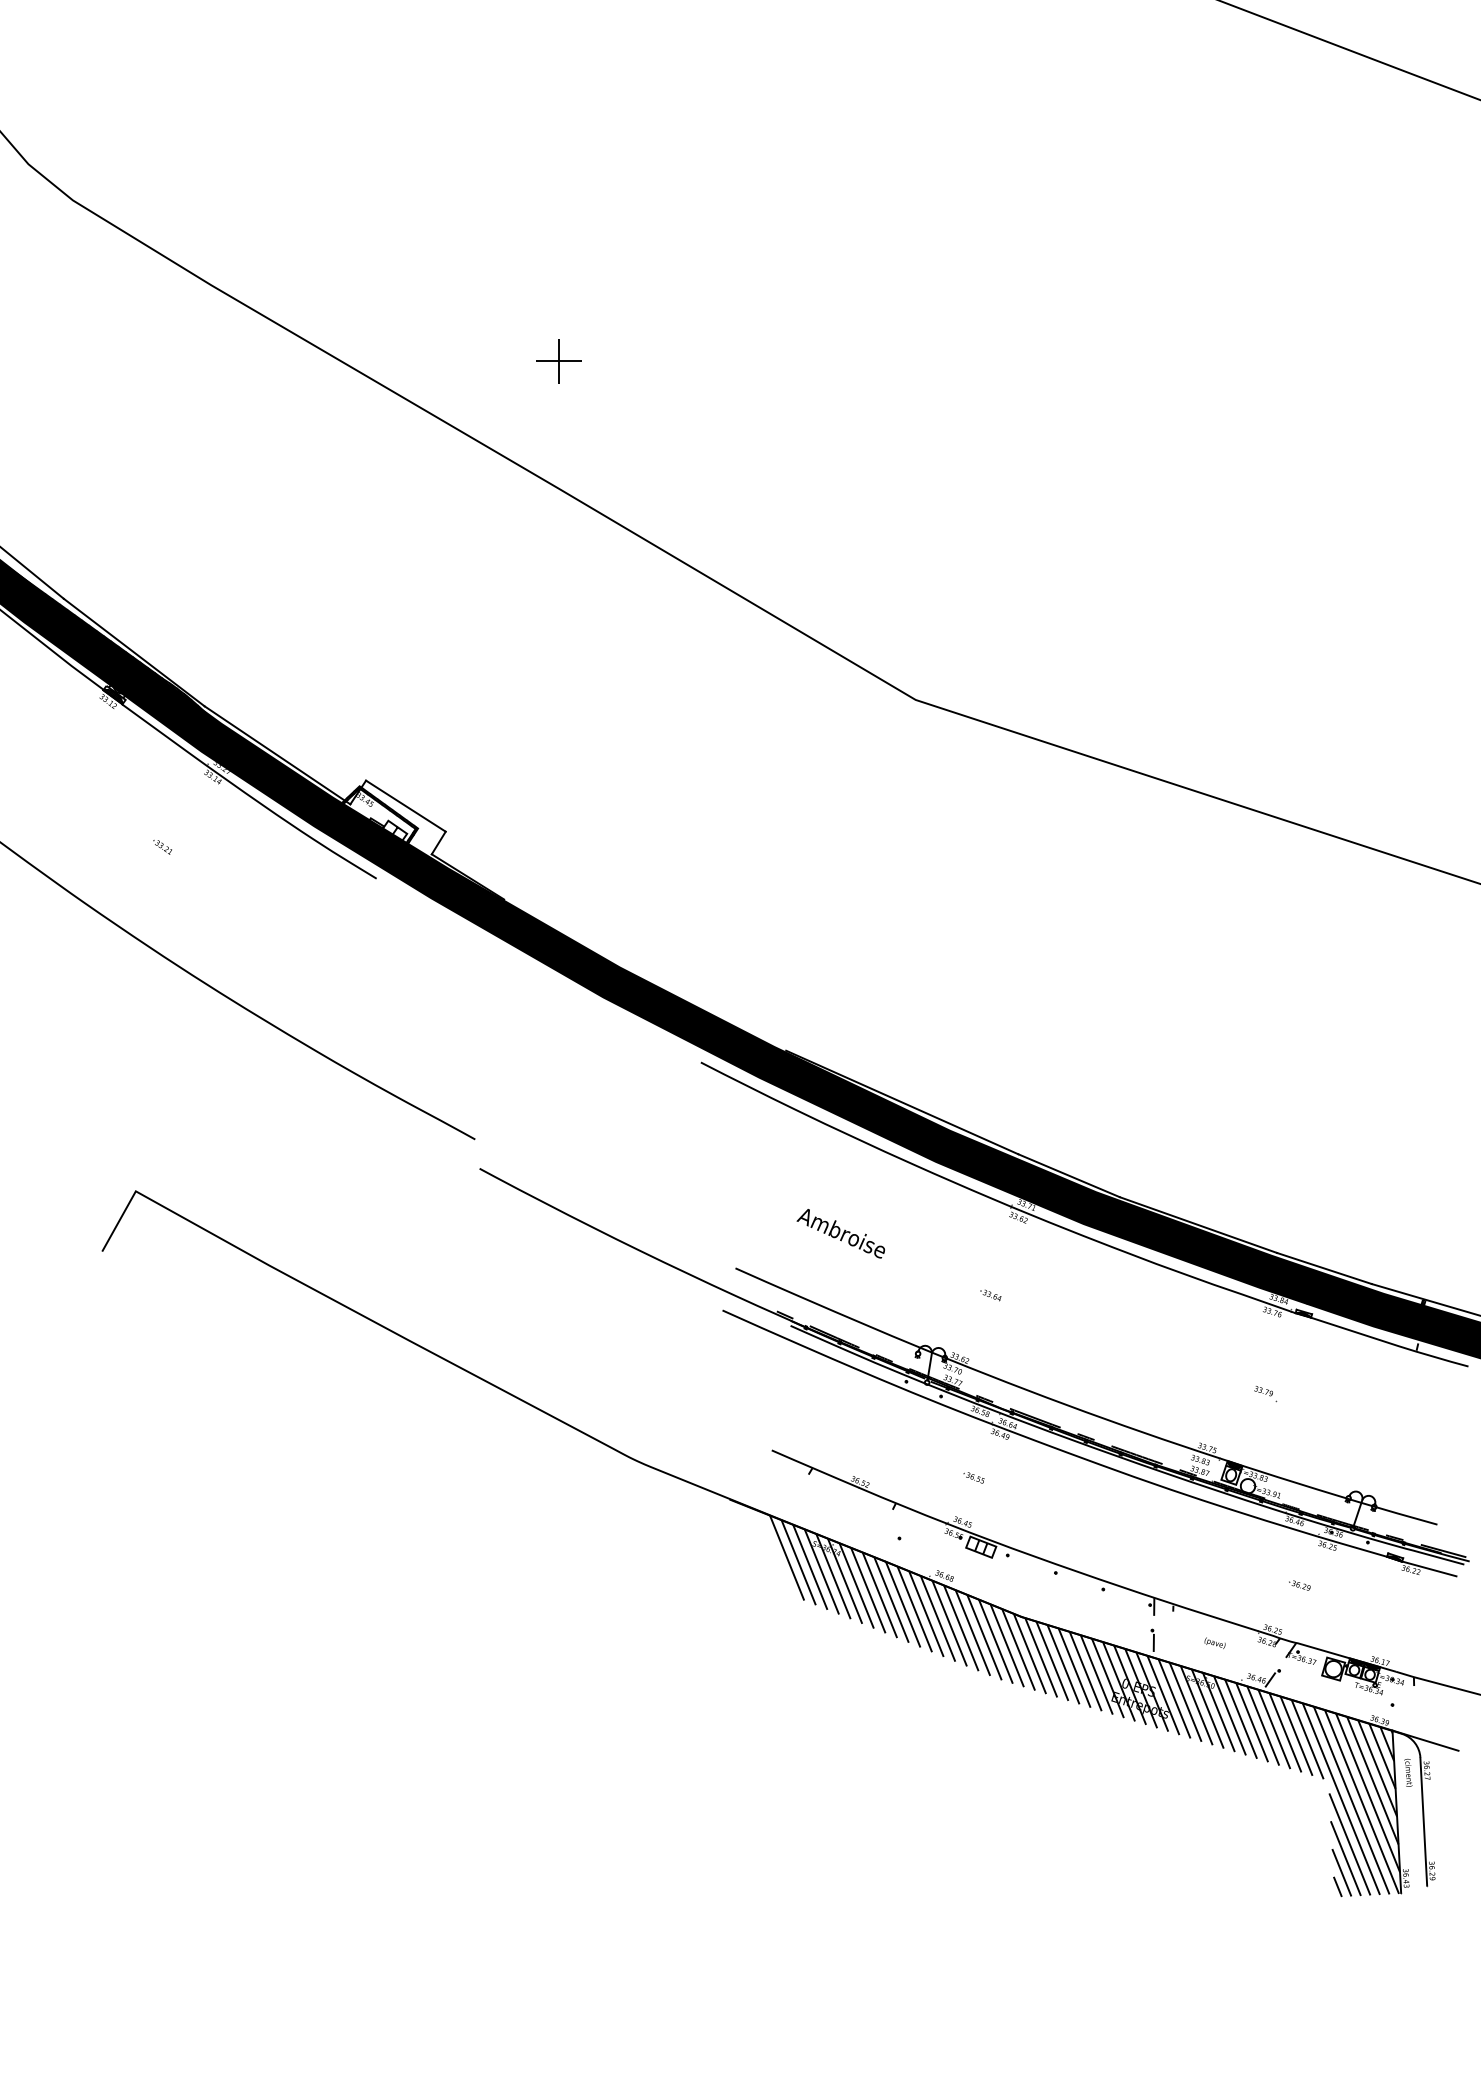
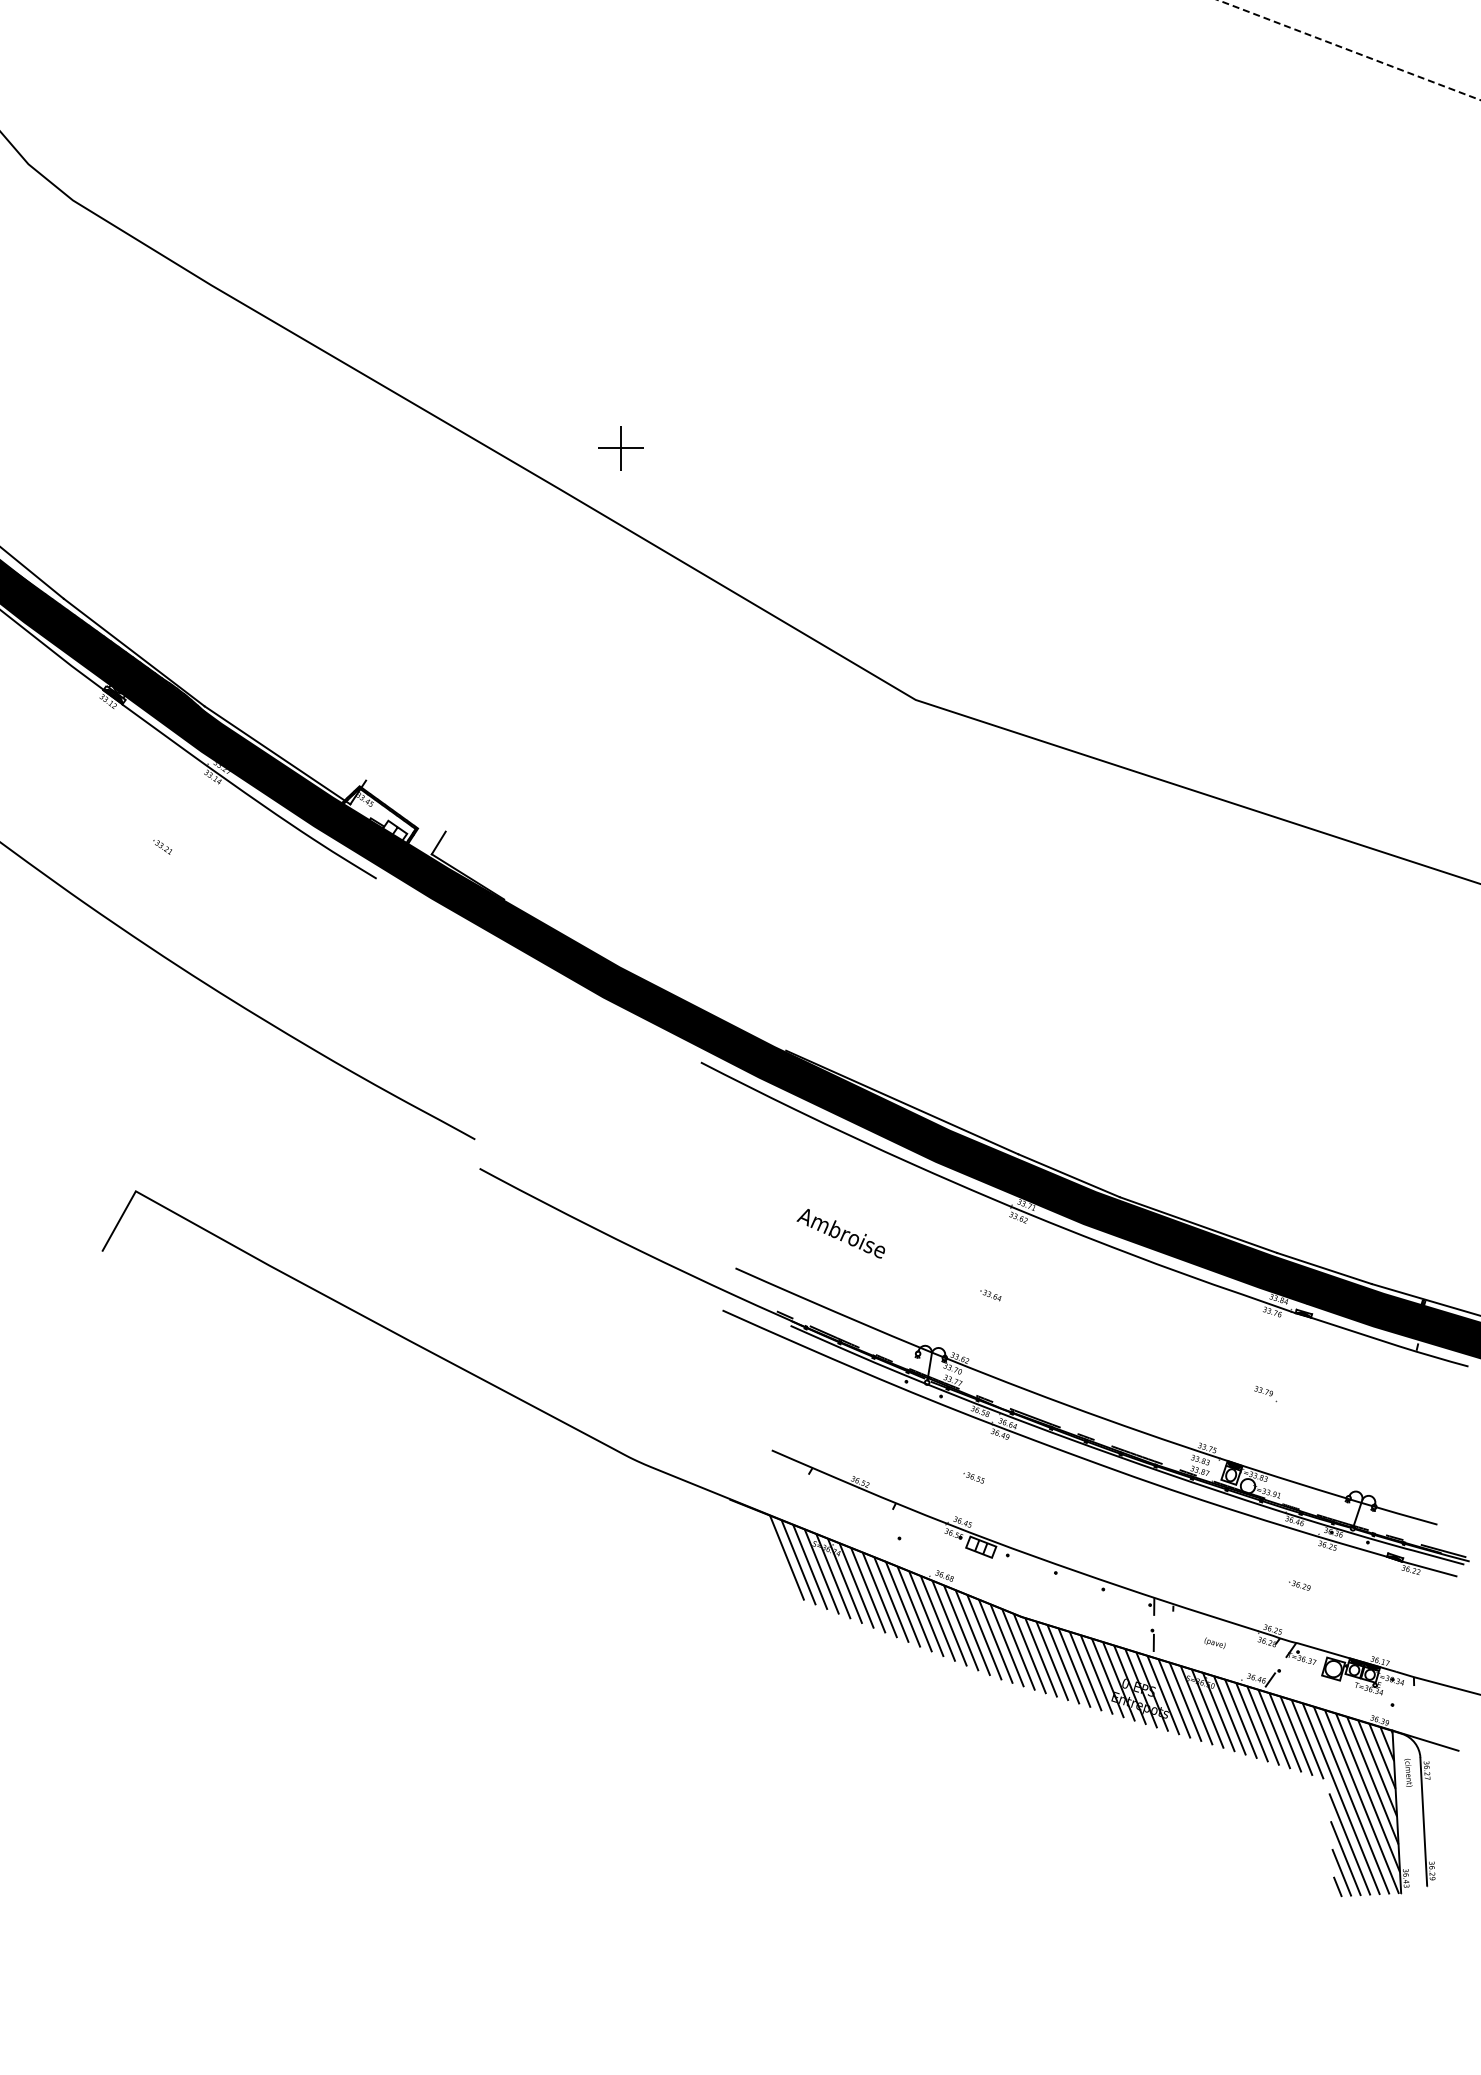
line at (1350, 50): solid -> dashed
part at (558, 361) position: (558, 361) -> (620, 448)
line at (405, 805): present -> none
